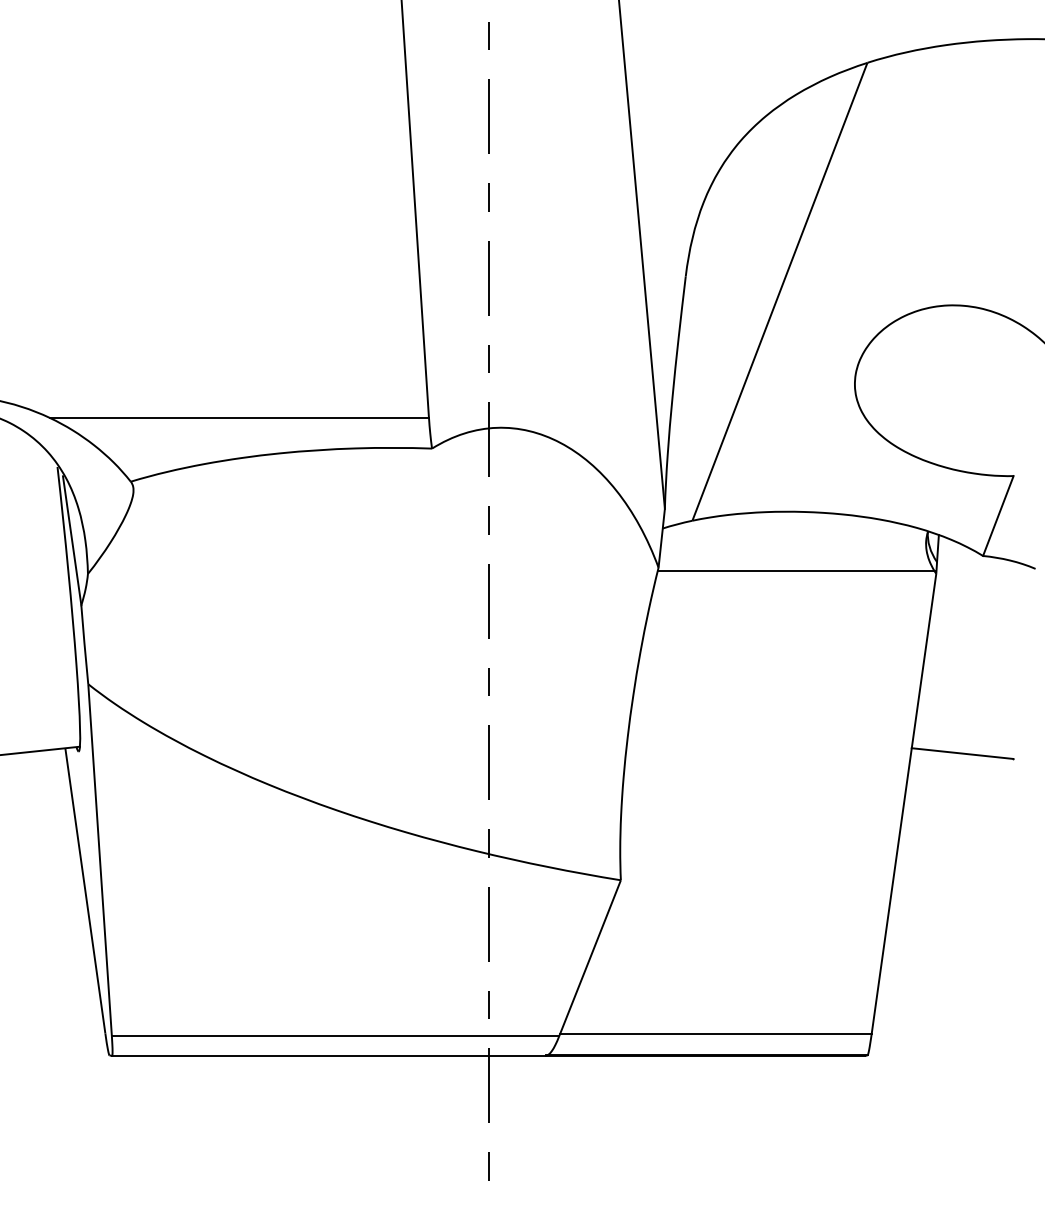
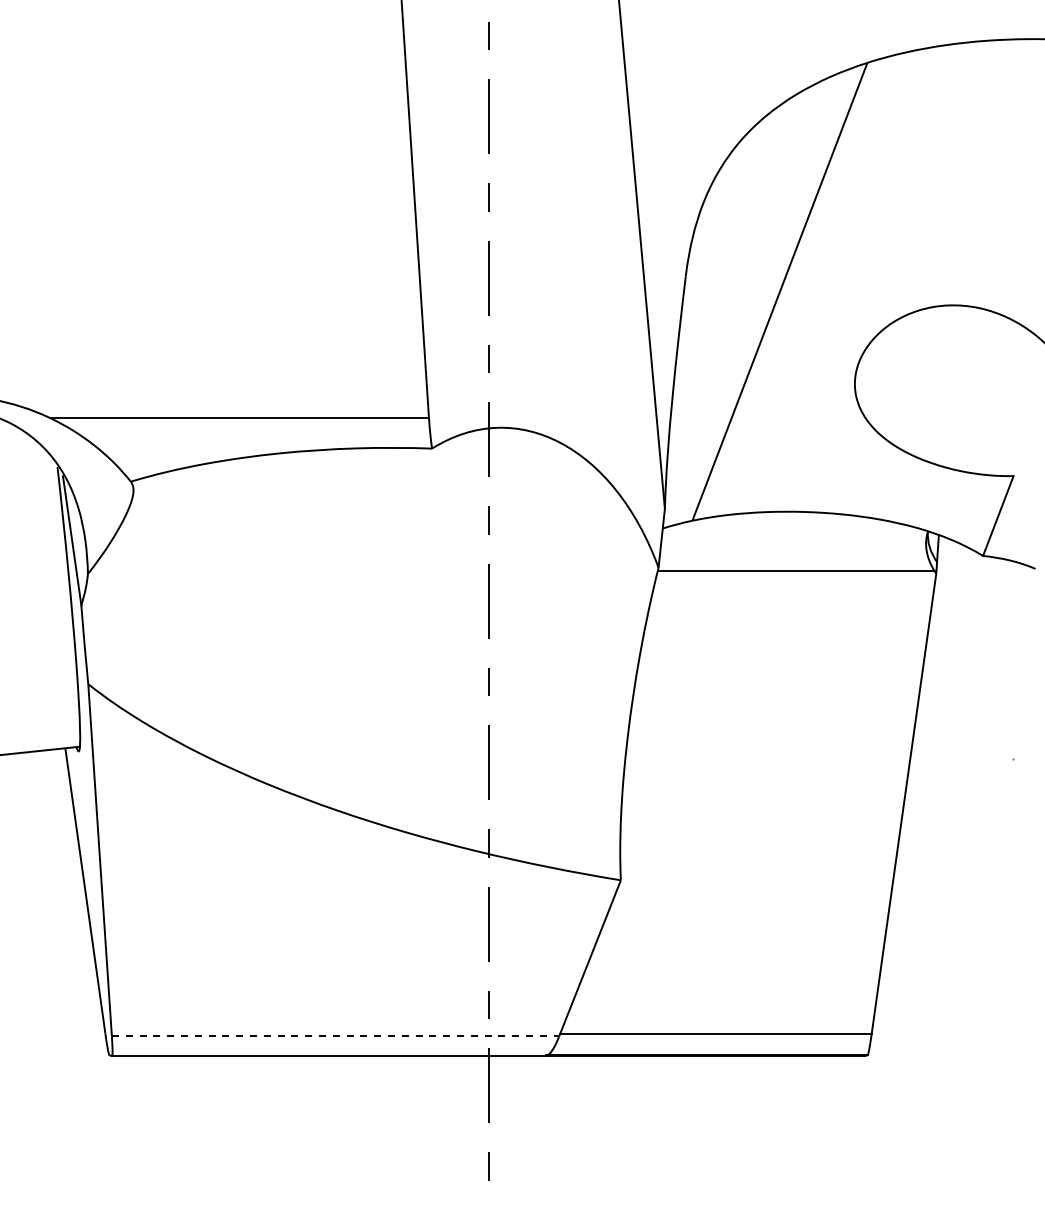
line at (962, 753): present -> none
line at (335, 1036): solid -> dashed
